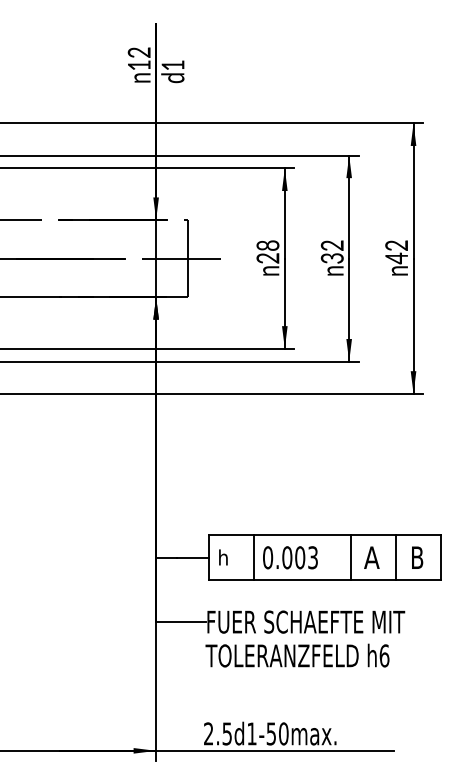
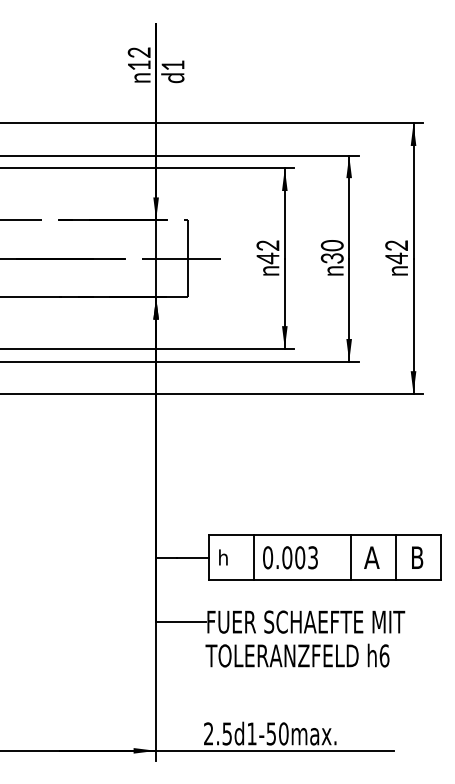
text at (332, 245): 32 -> 30
text at (267, 252): 28 -> 42
